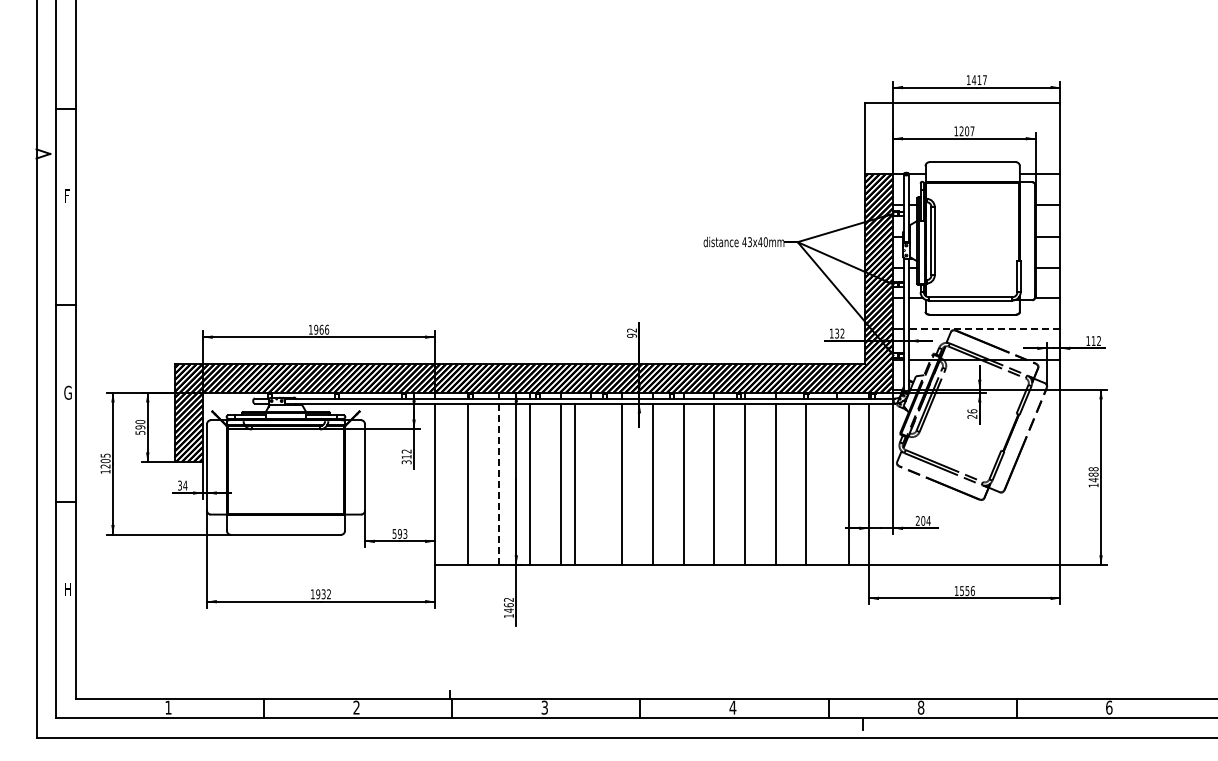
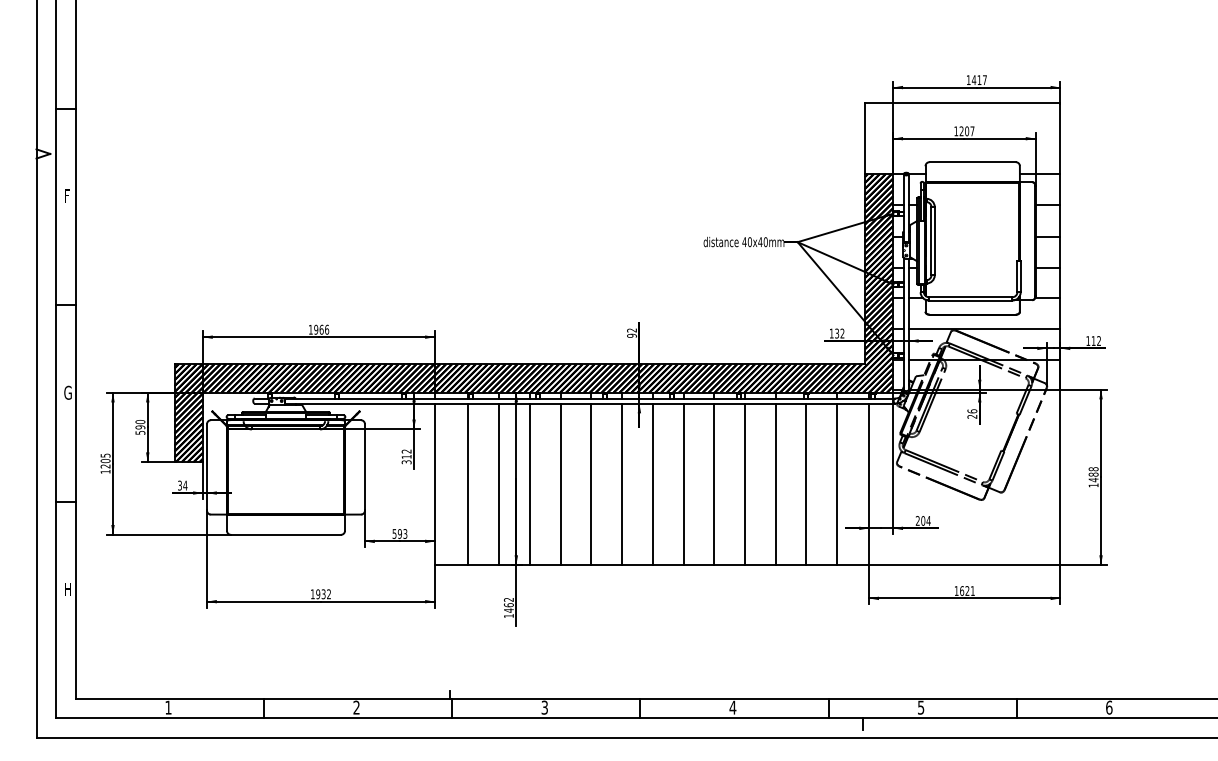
text at (749, 241): 43x40mm -> 40x40mm
line at (984, 328): dashed -> solid
line at (499, 484): dashed -> solid
line at (575, 484) position: (575, 484) -> (591, 484)
line at (849, 484) position: (849, 484) -> (837, 484)
text at (967, 590): 1556 -> 1621
text at (920, 707): 8 -> 5
